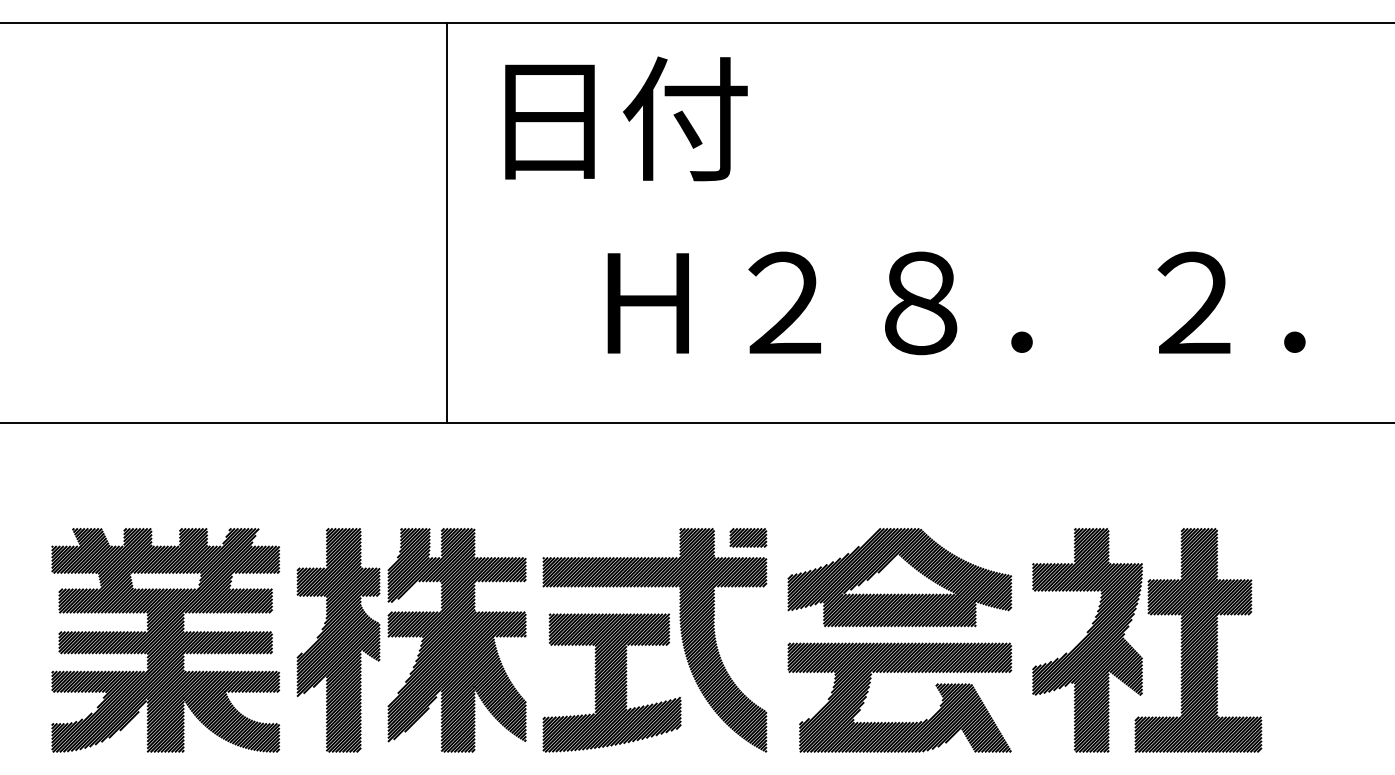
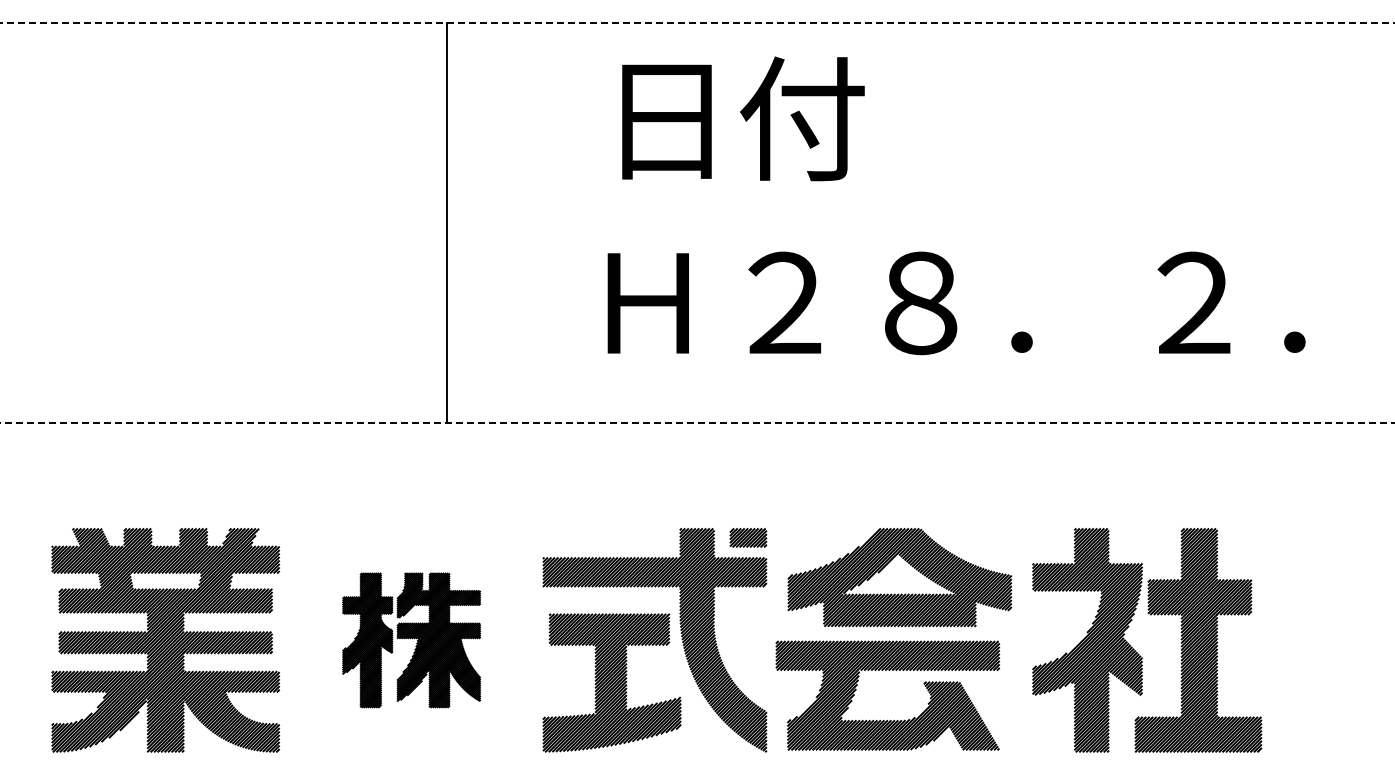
line at (698, 23): solid -> dashed
text at (626, 118) position: (626, 118) -> (743, 118)
line at (697, 423): solid -> dashed
part at (411, 640) size: 231x225 px -> 139x137 px
part at (899, 722) position: (899, 722) -> (887, 720)
